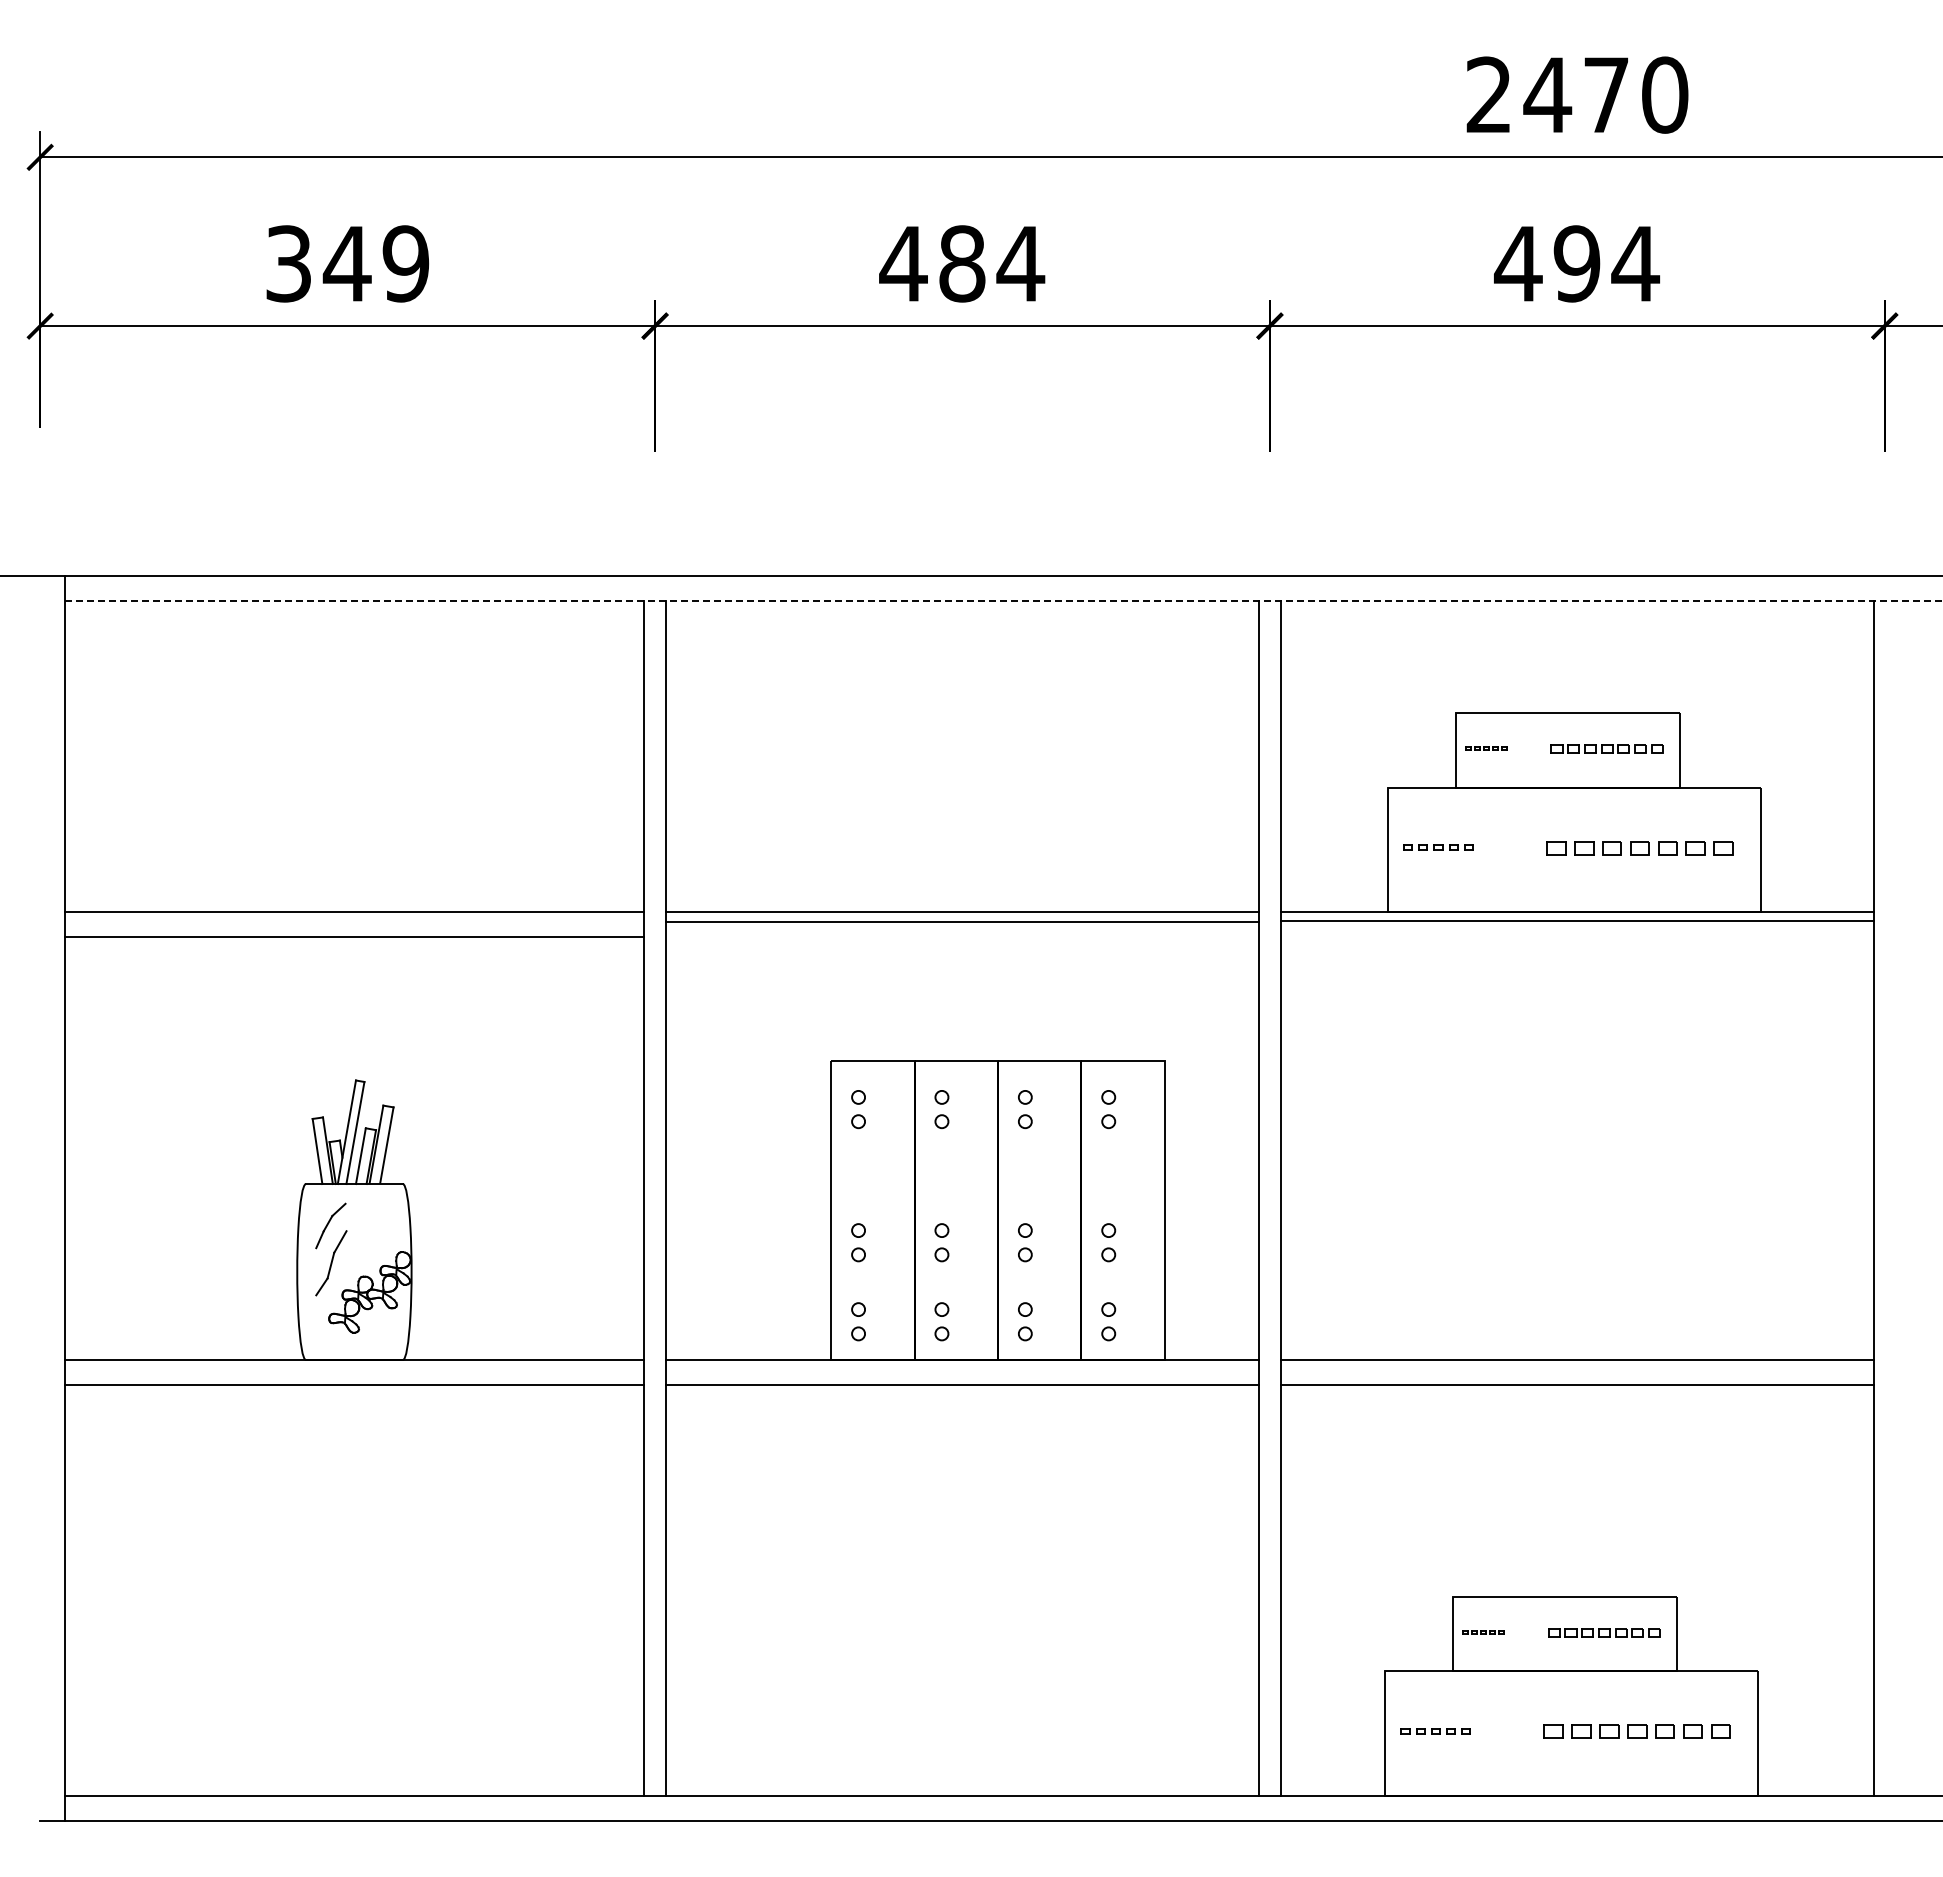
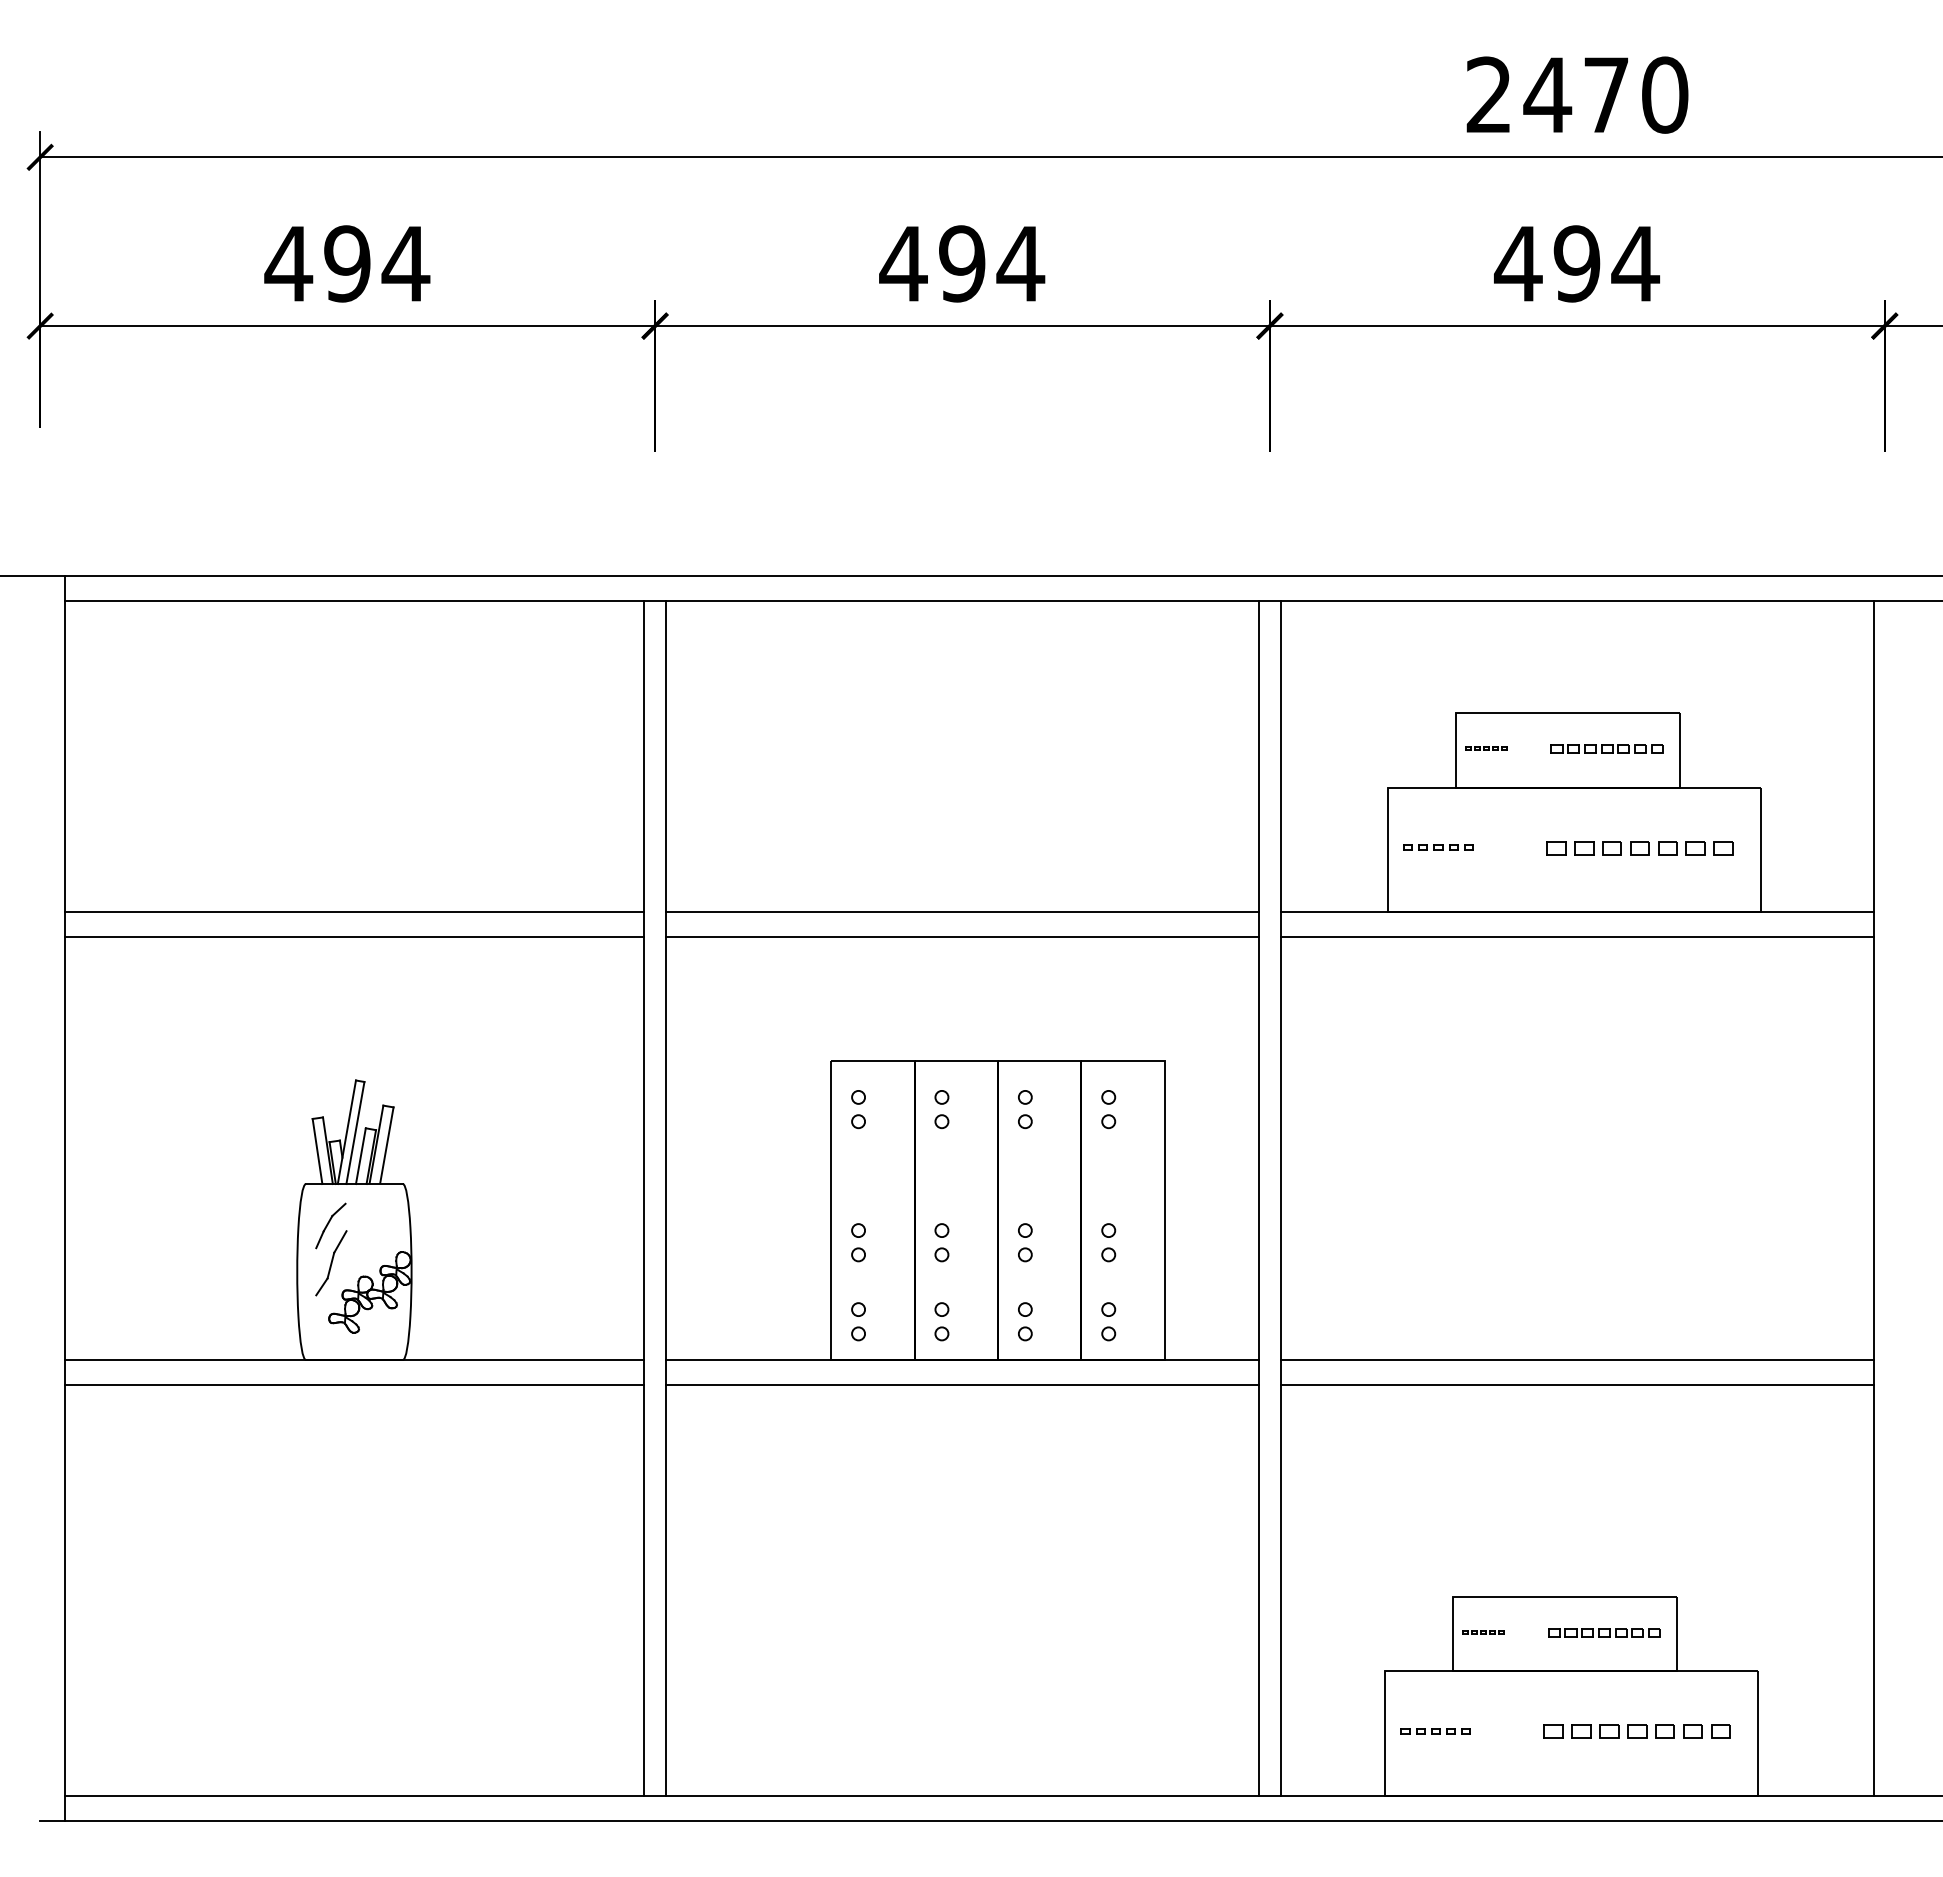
text at (347, 263): 349 -> 494
text at (962, 263): 484 -> 494
line at (1003, 600): dashed -> solid
line at (1577, 920) position: (1577, 920) -> (1577, 936)
line at (962, 921) position: (962, 921) -> (962, 936)
